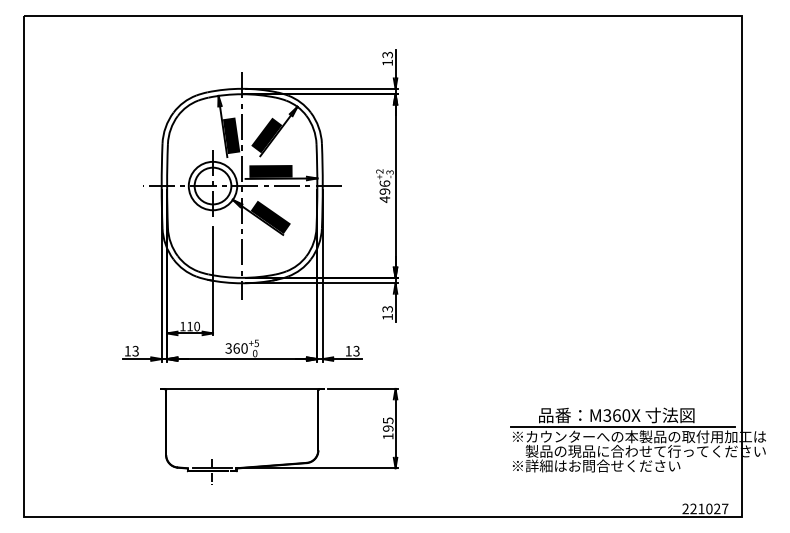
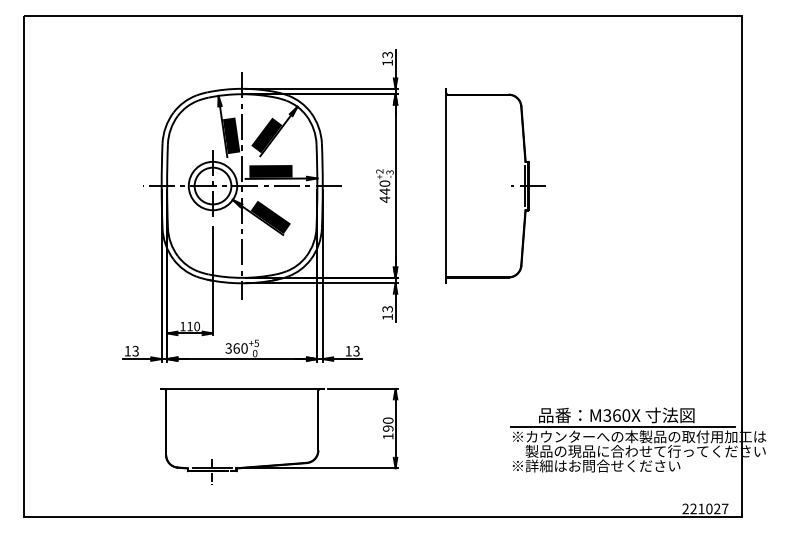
part at (495, 185): none -> present
text at (384, 187): 496 -> 440
text at (387, 420): 195 -> 190
